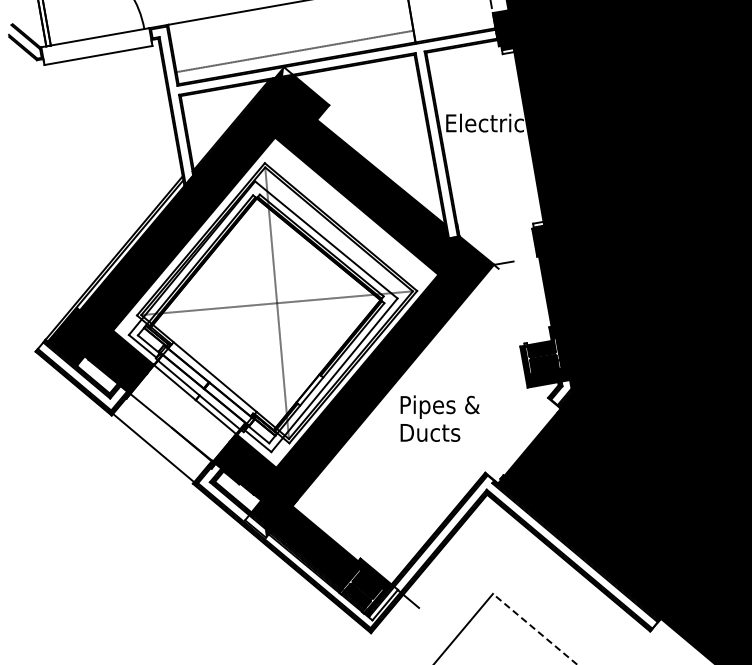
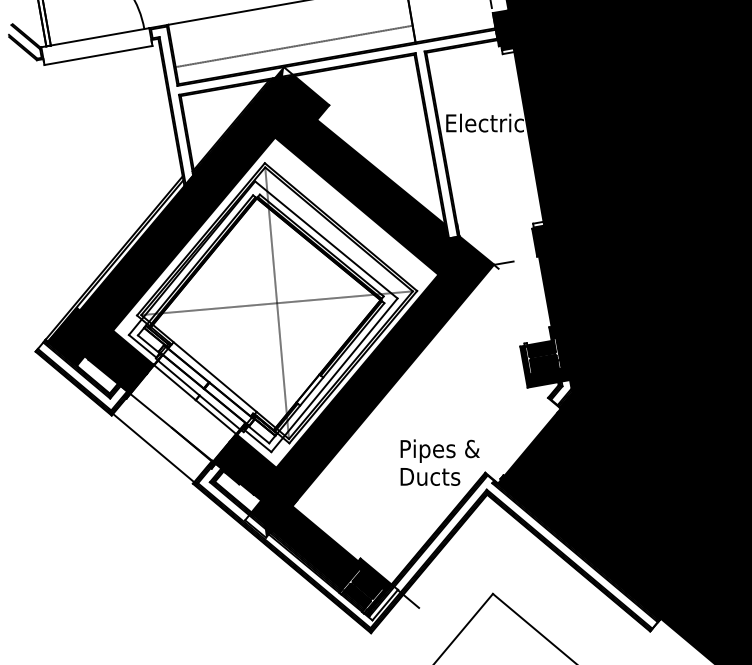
line at (294, 51) position: (294, 51) -> (293, 46)
text at (439, 418) position: (439, 418) -> (439, 462)
line at (535, 629): dashed -> solid
